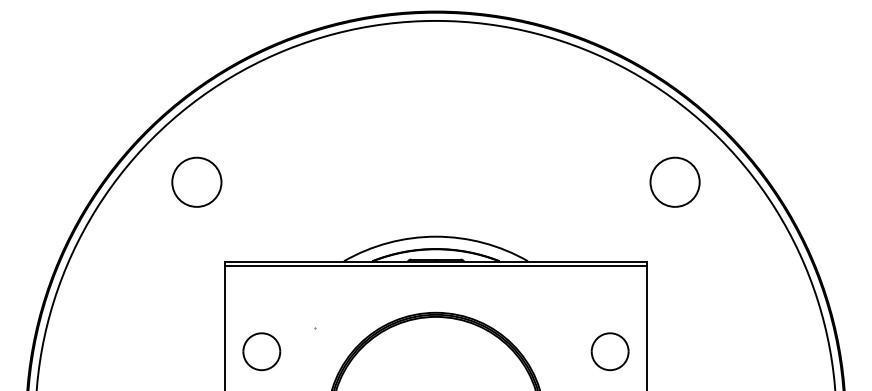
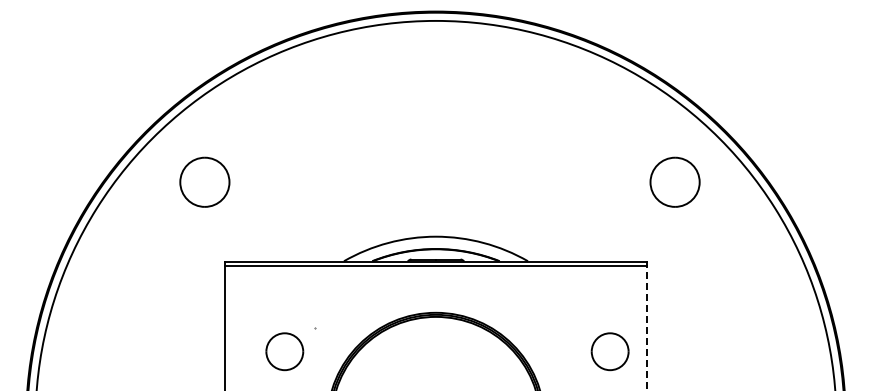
part at (196, 181) position: (196, 181) -> (204, 181)
line at (647, 327): solid -> dashed
part at (261, 351) position: (261, 351) -> (284, 351)
